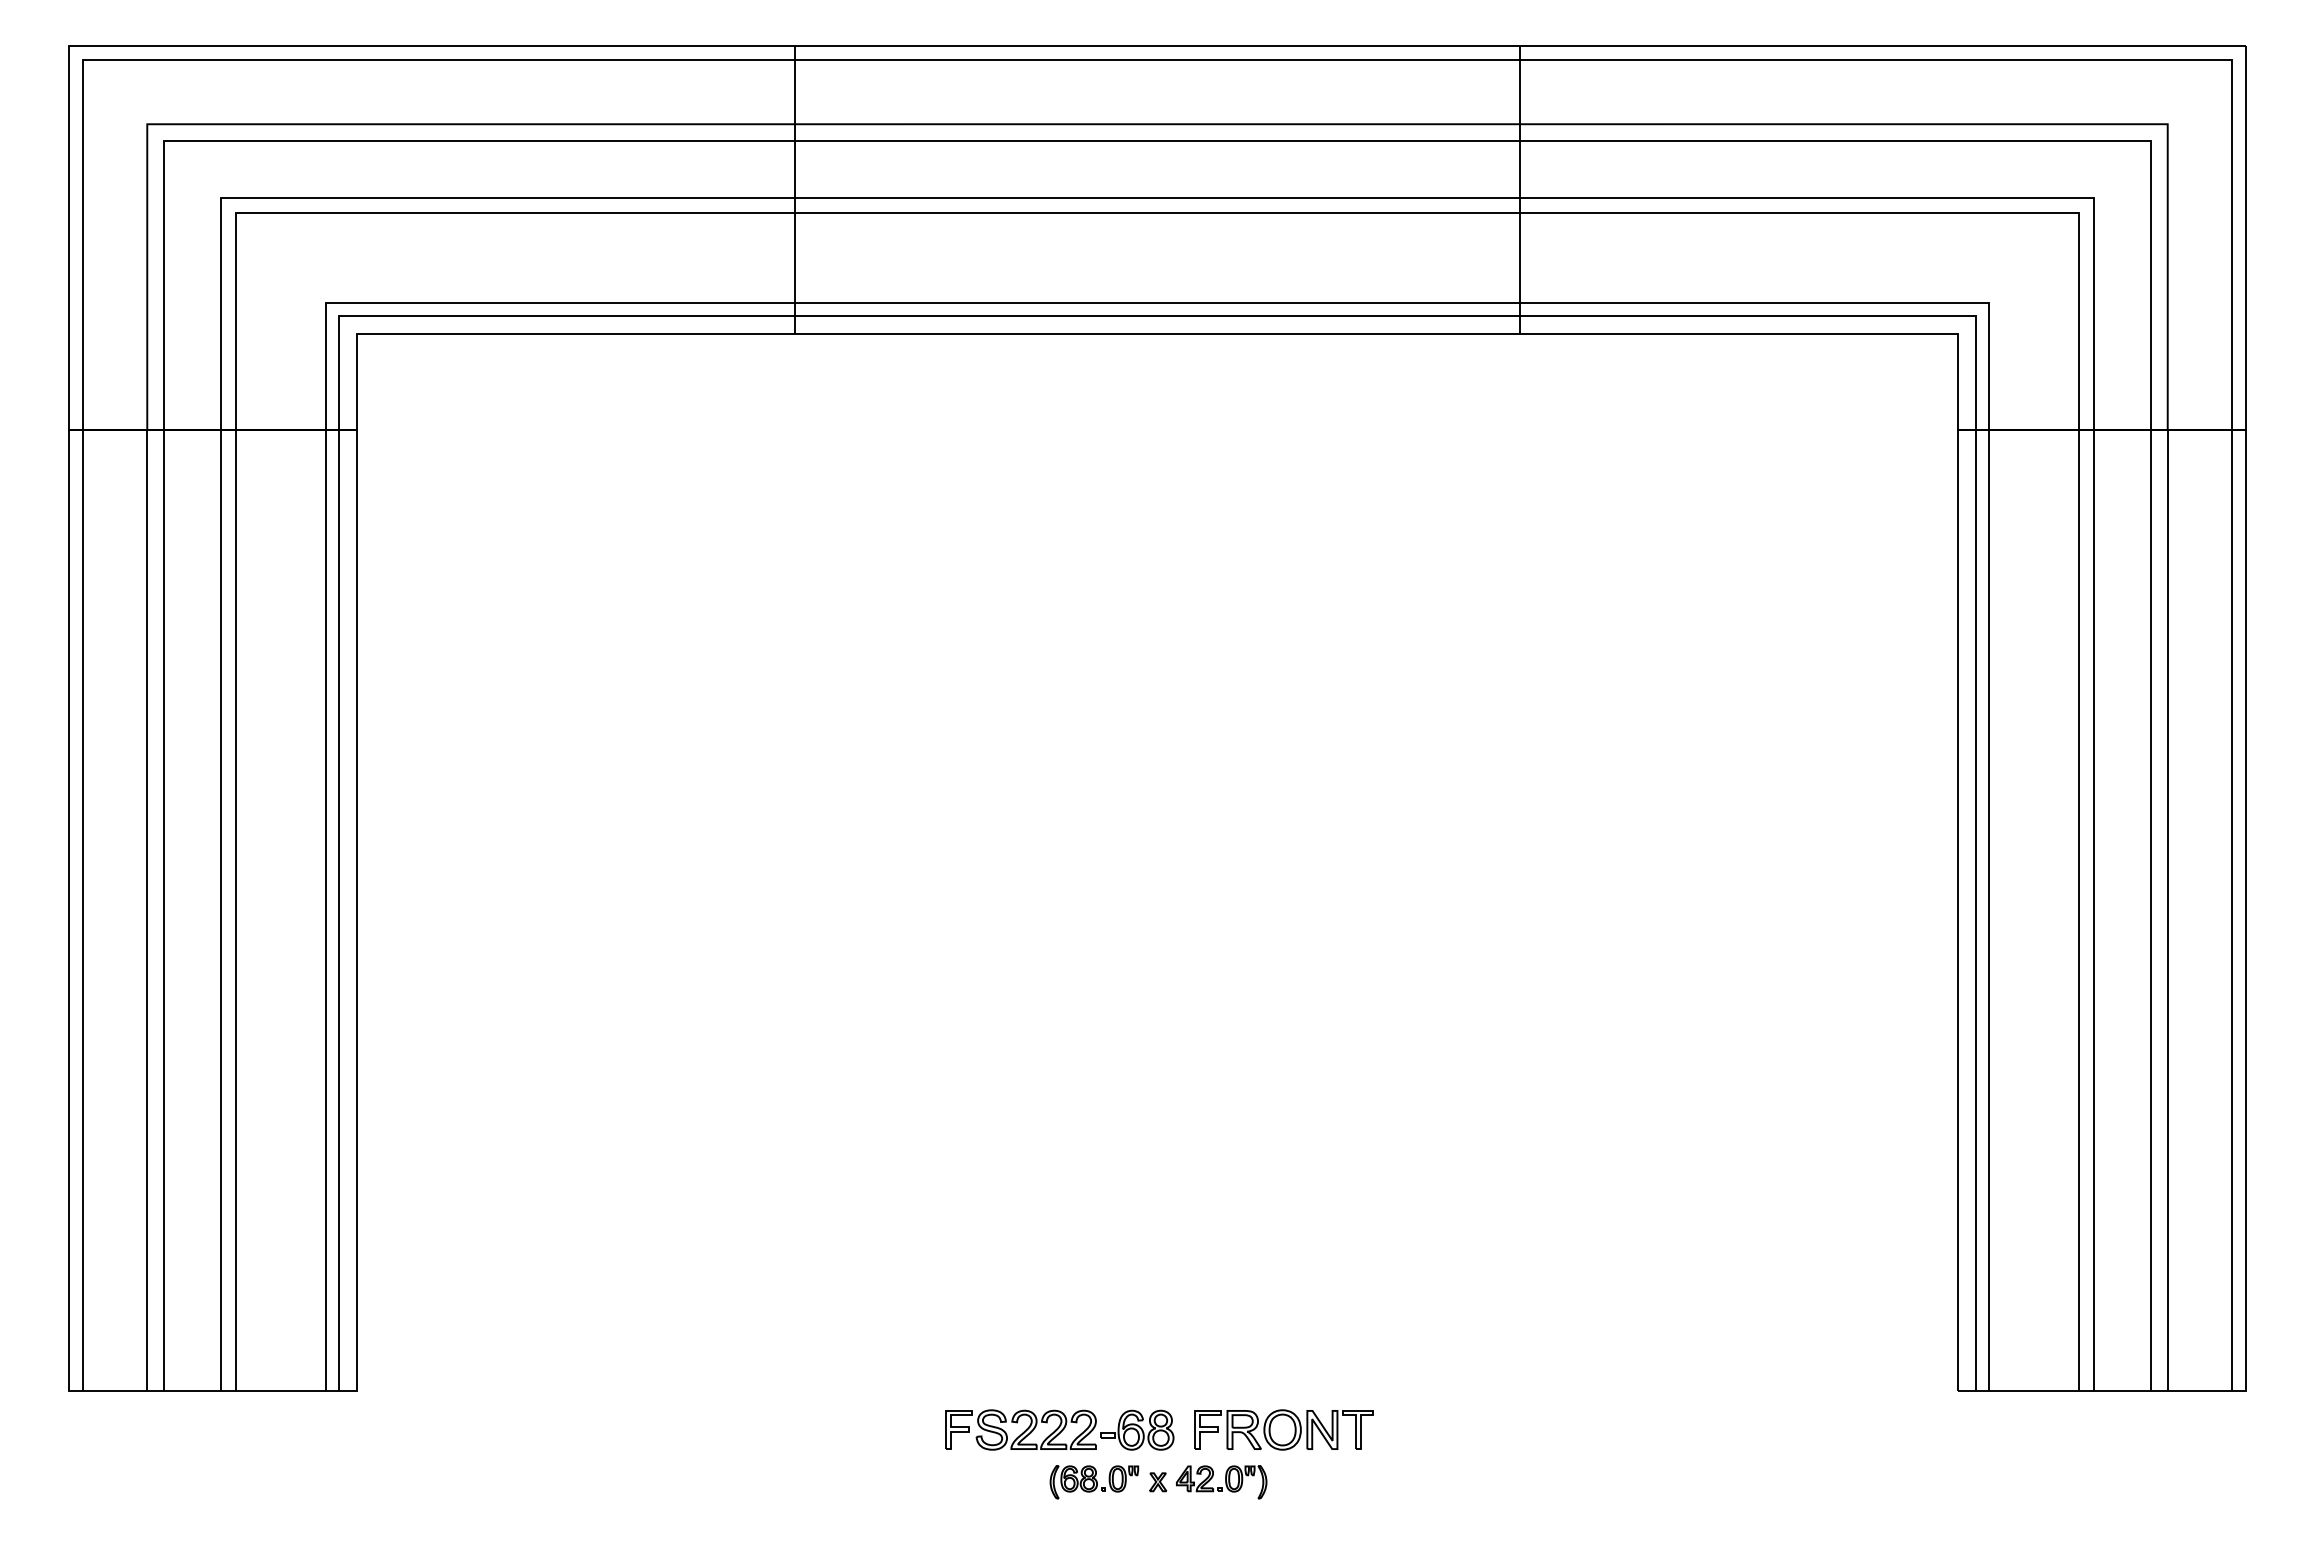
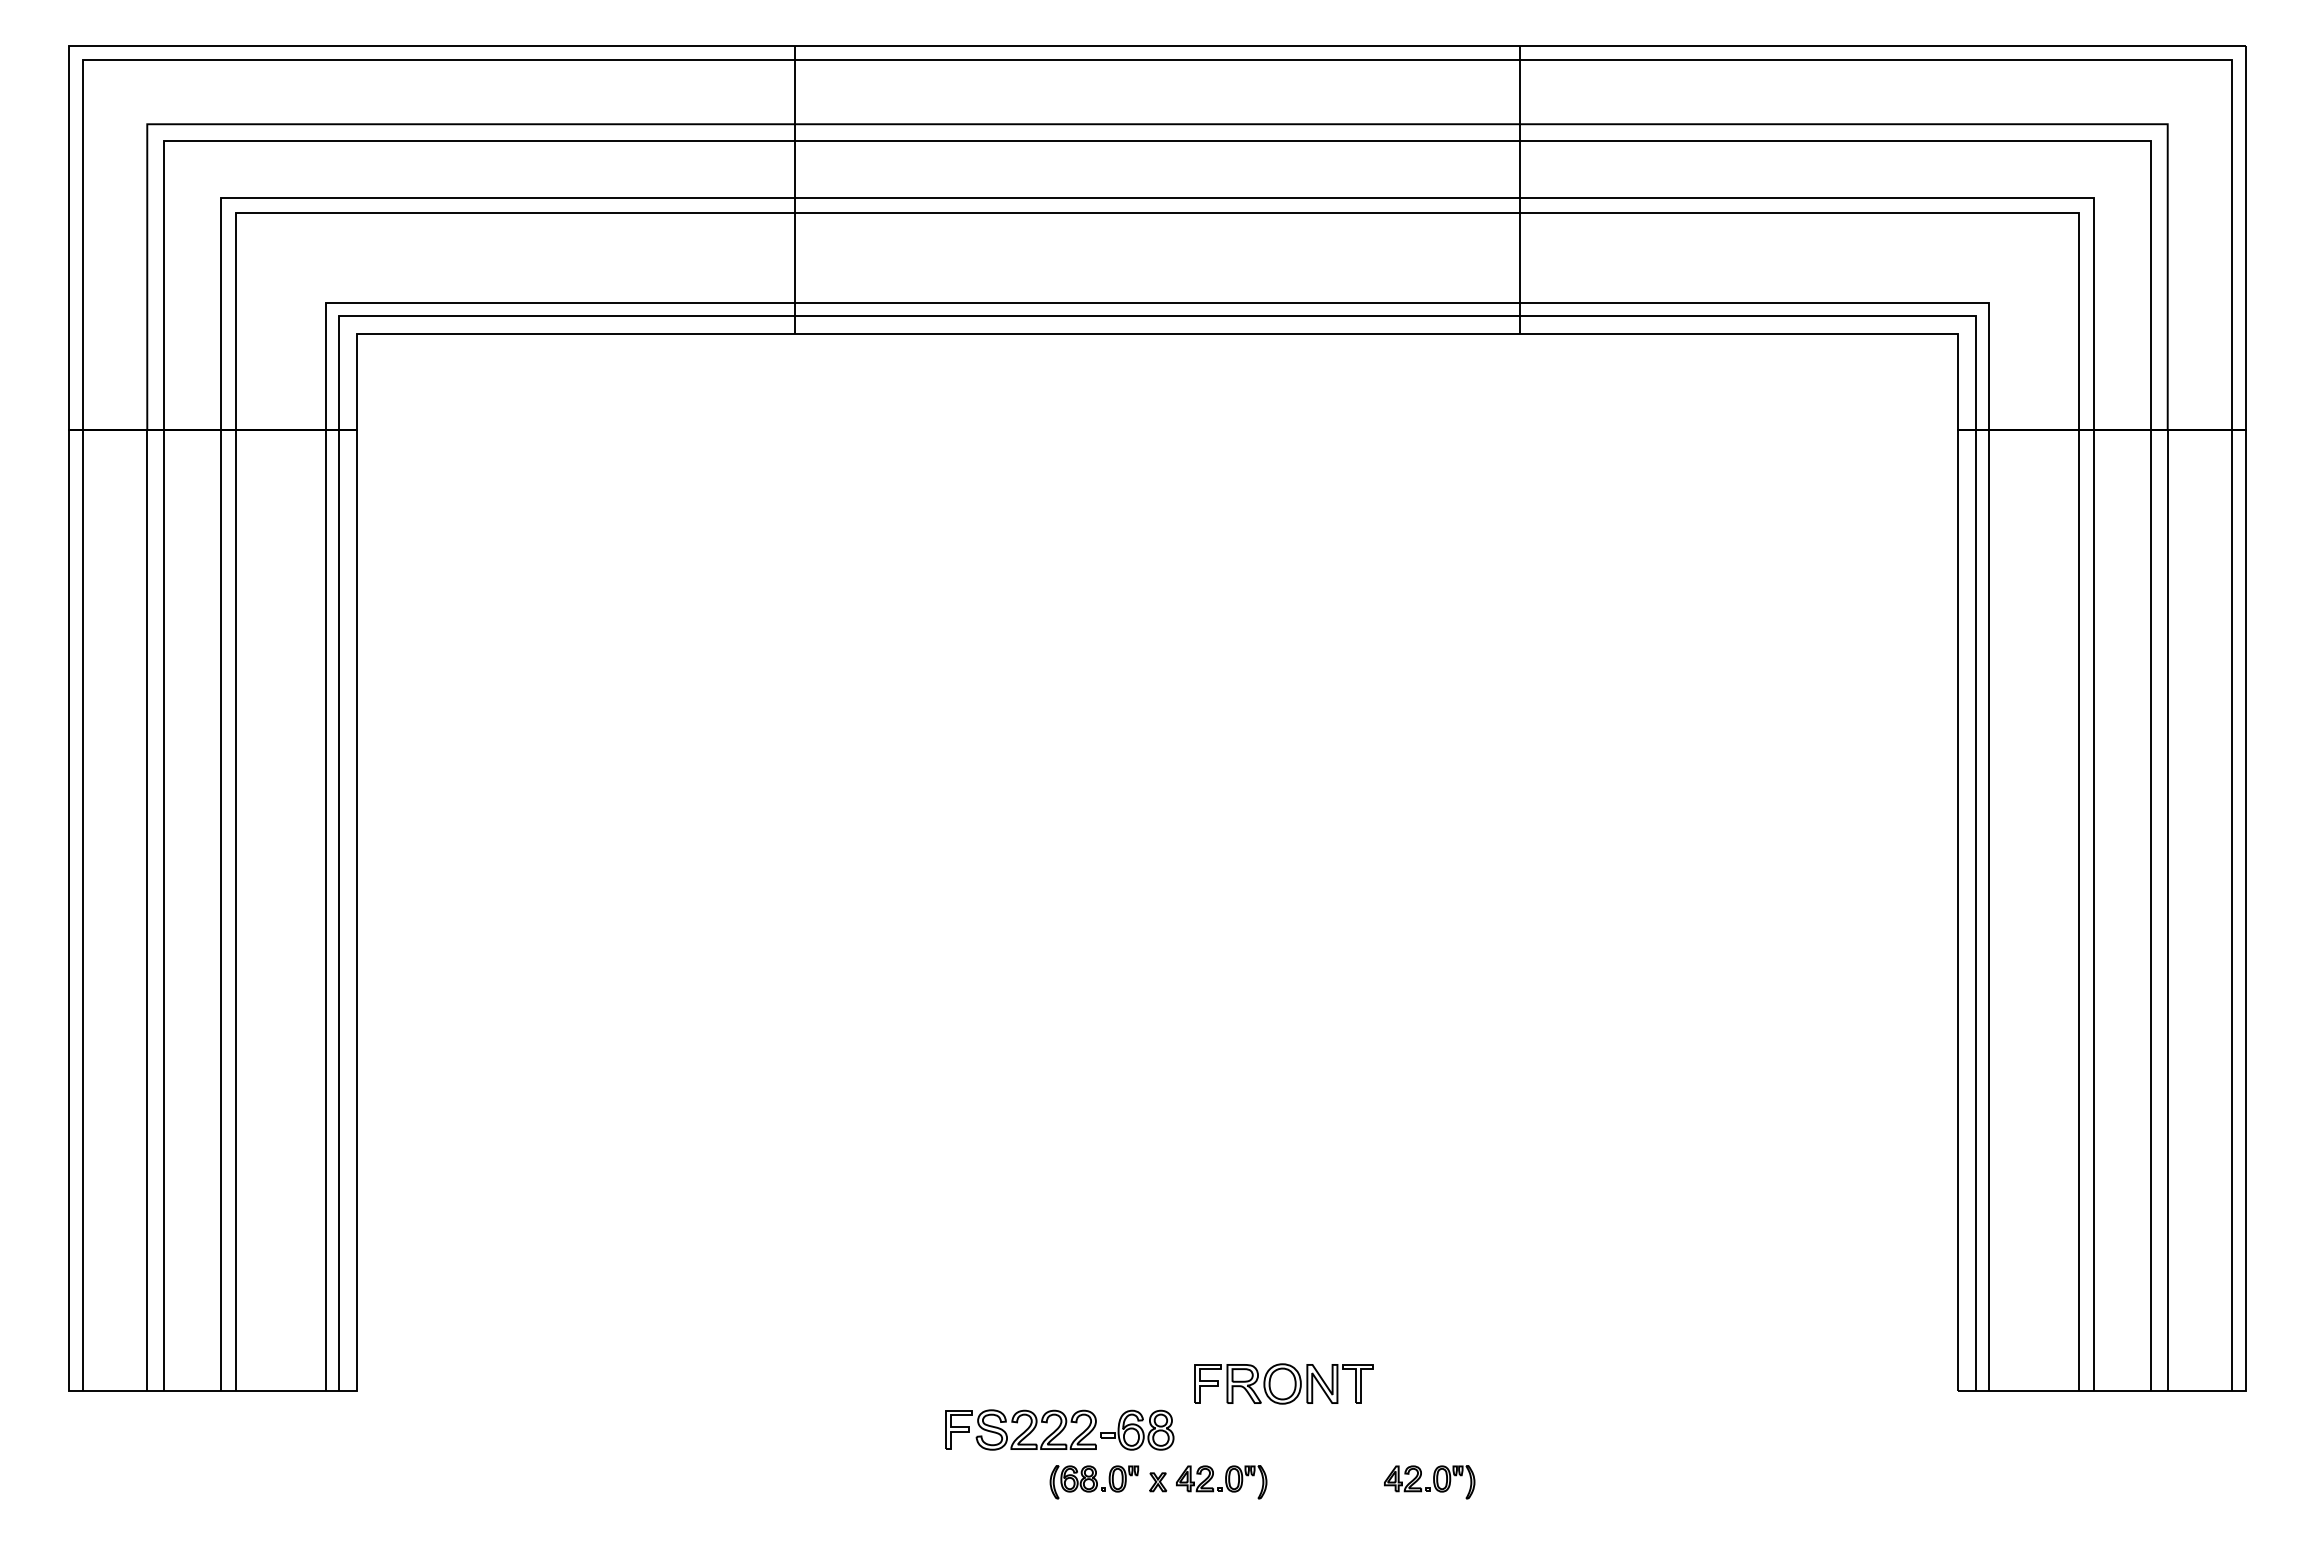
part at (1283, 1429) position: (1283, 1429) -> (1283, 1383)
part at (1429, 1482): none -> present
